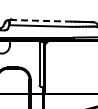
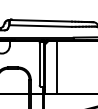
line at (40, 20): dashed -> solid
line at (57, 67): none -> present
